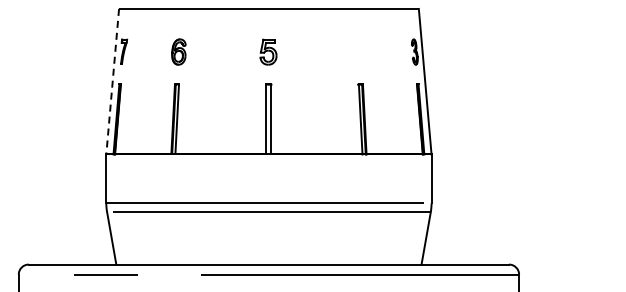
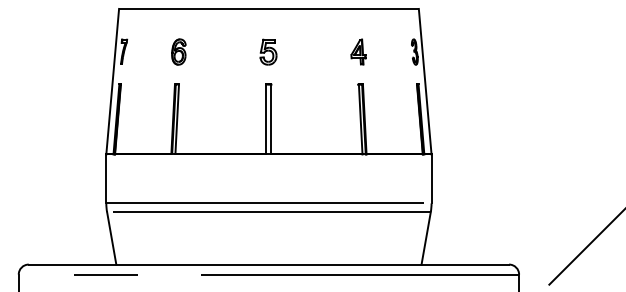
part at (358, 51): none -> present
line at (112, 82): dashed -> solid
line at (585, 247): none -> present
